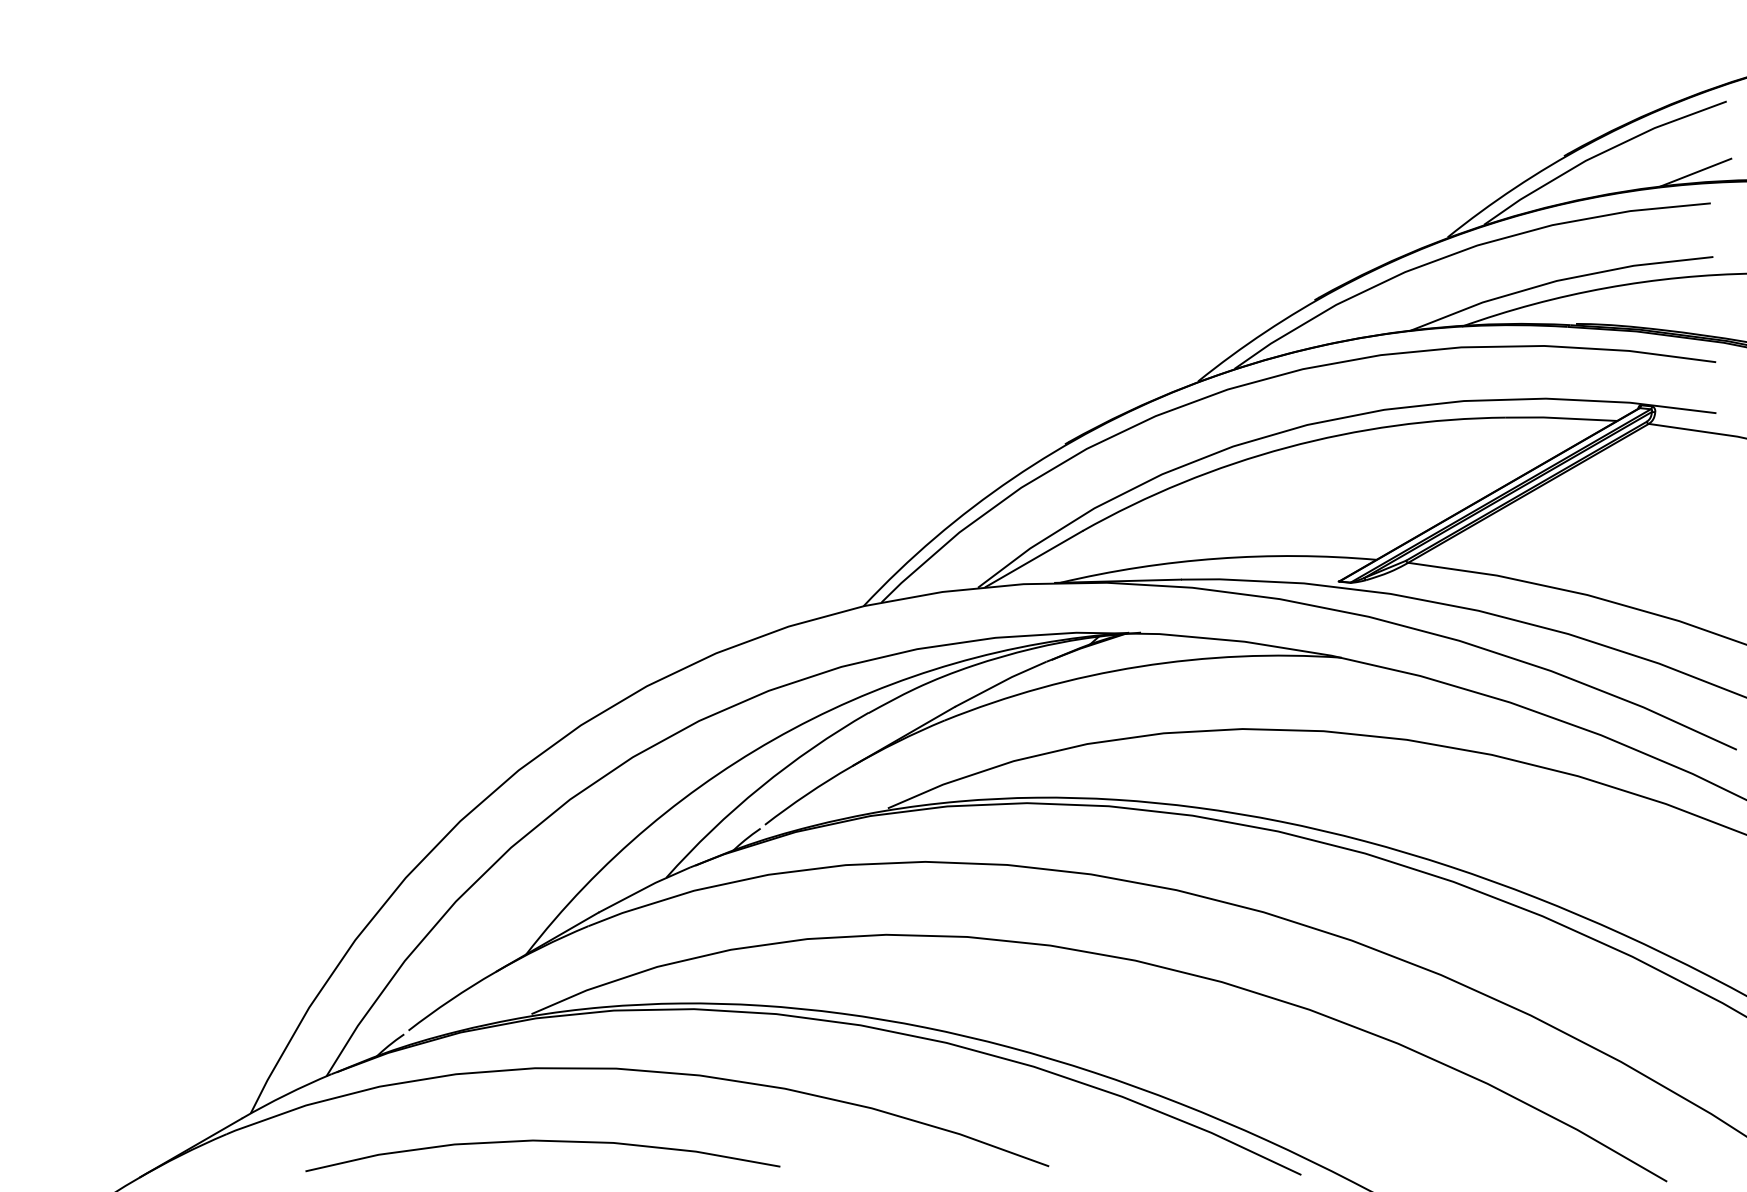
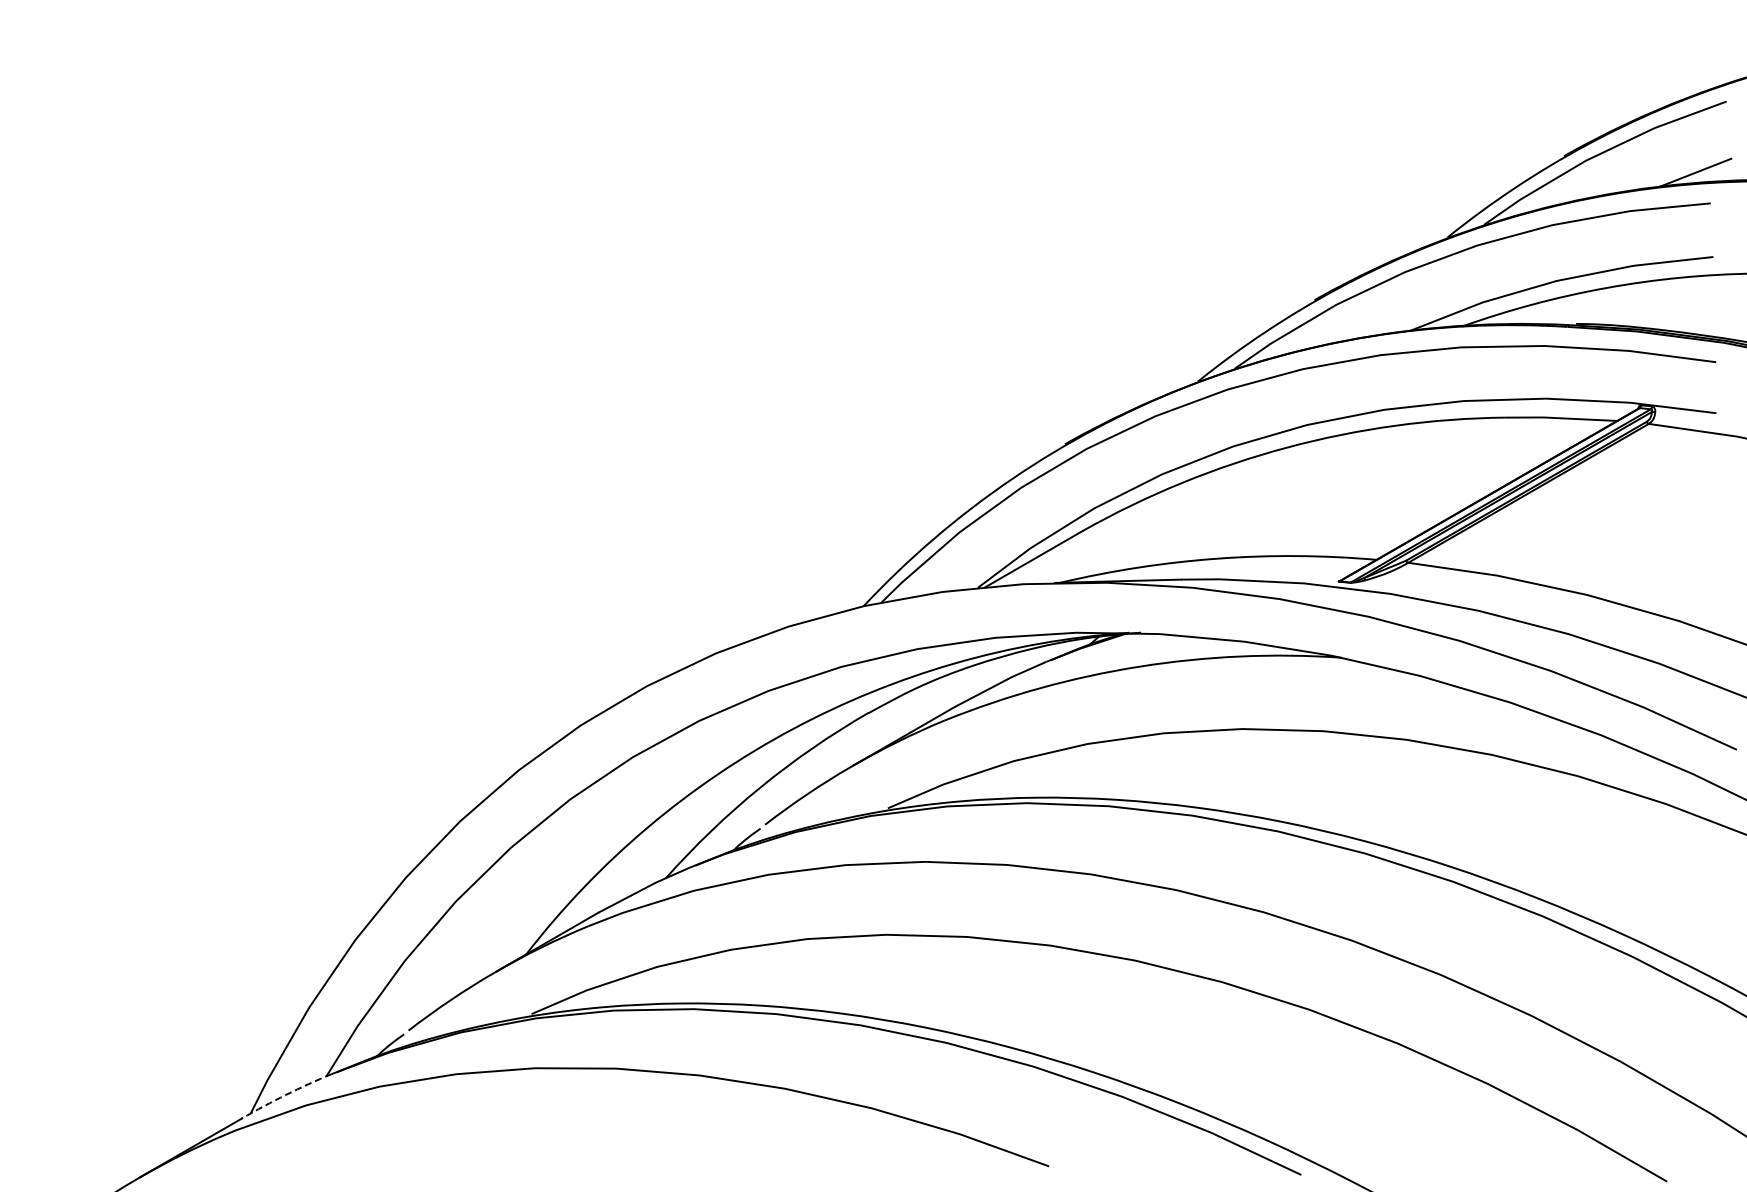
arc at (286, 1094): solid -> dashed
curve at (542, 1141): present -> none
